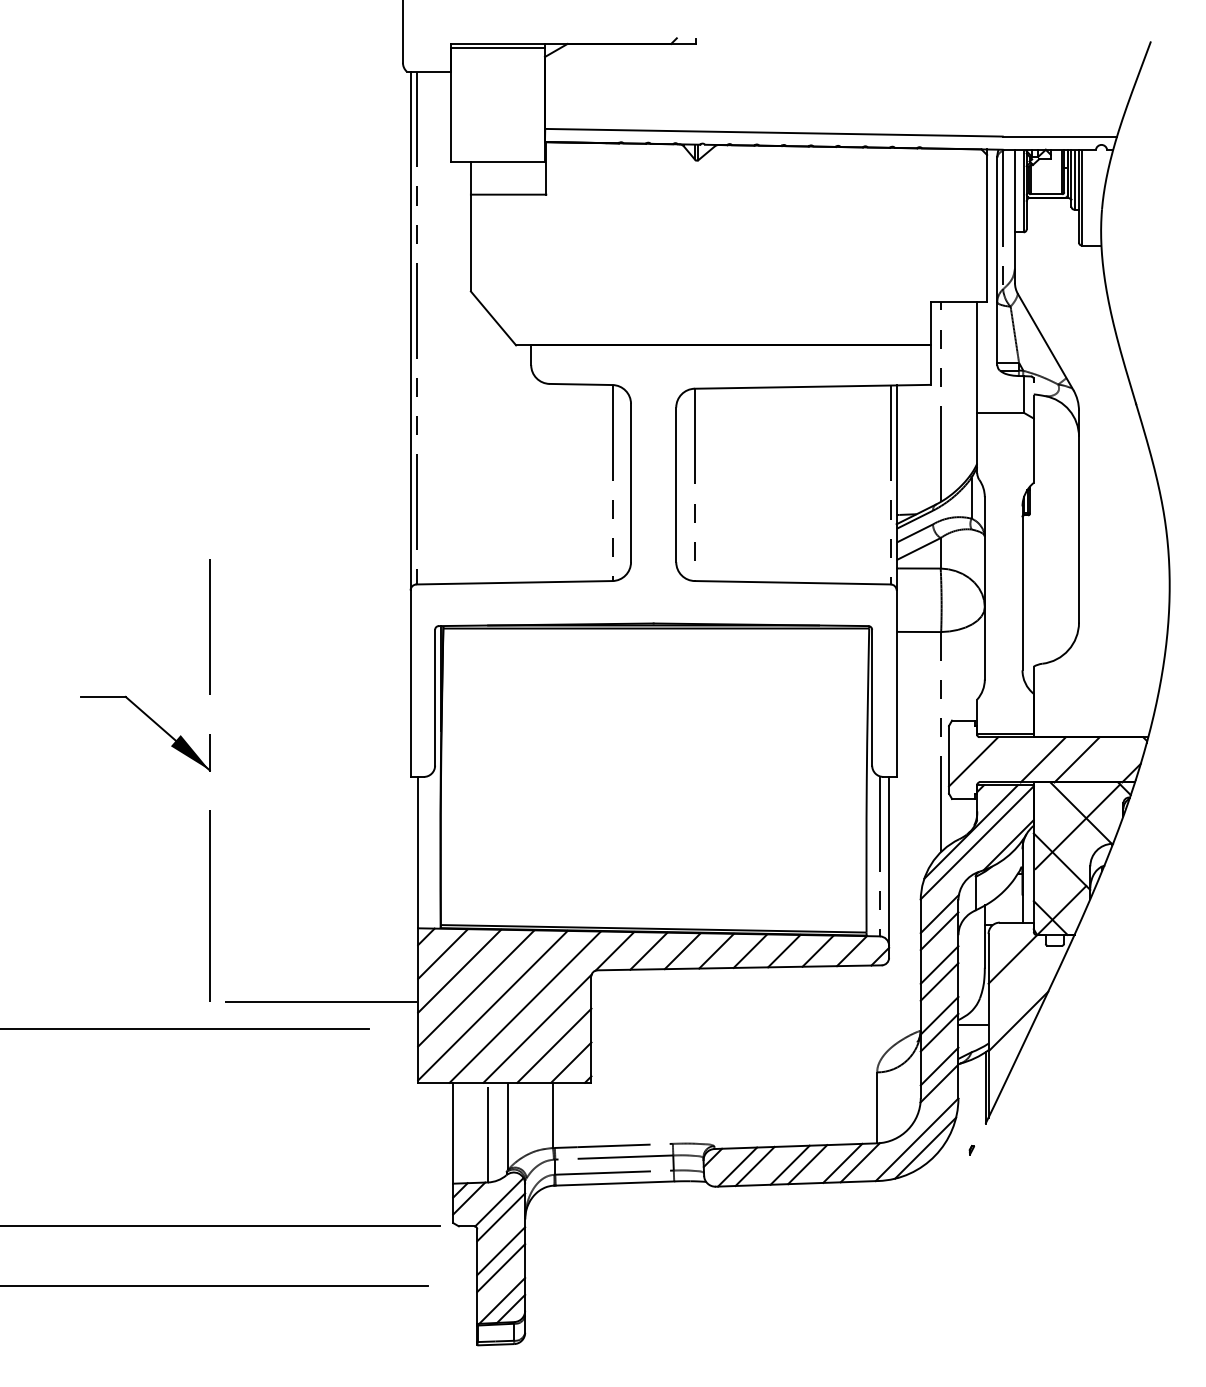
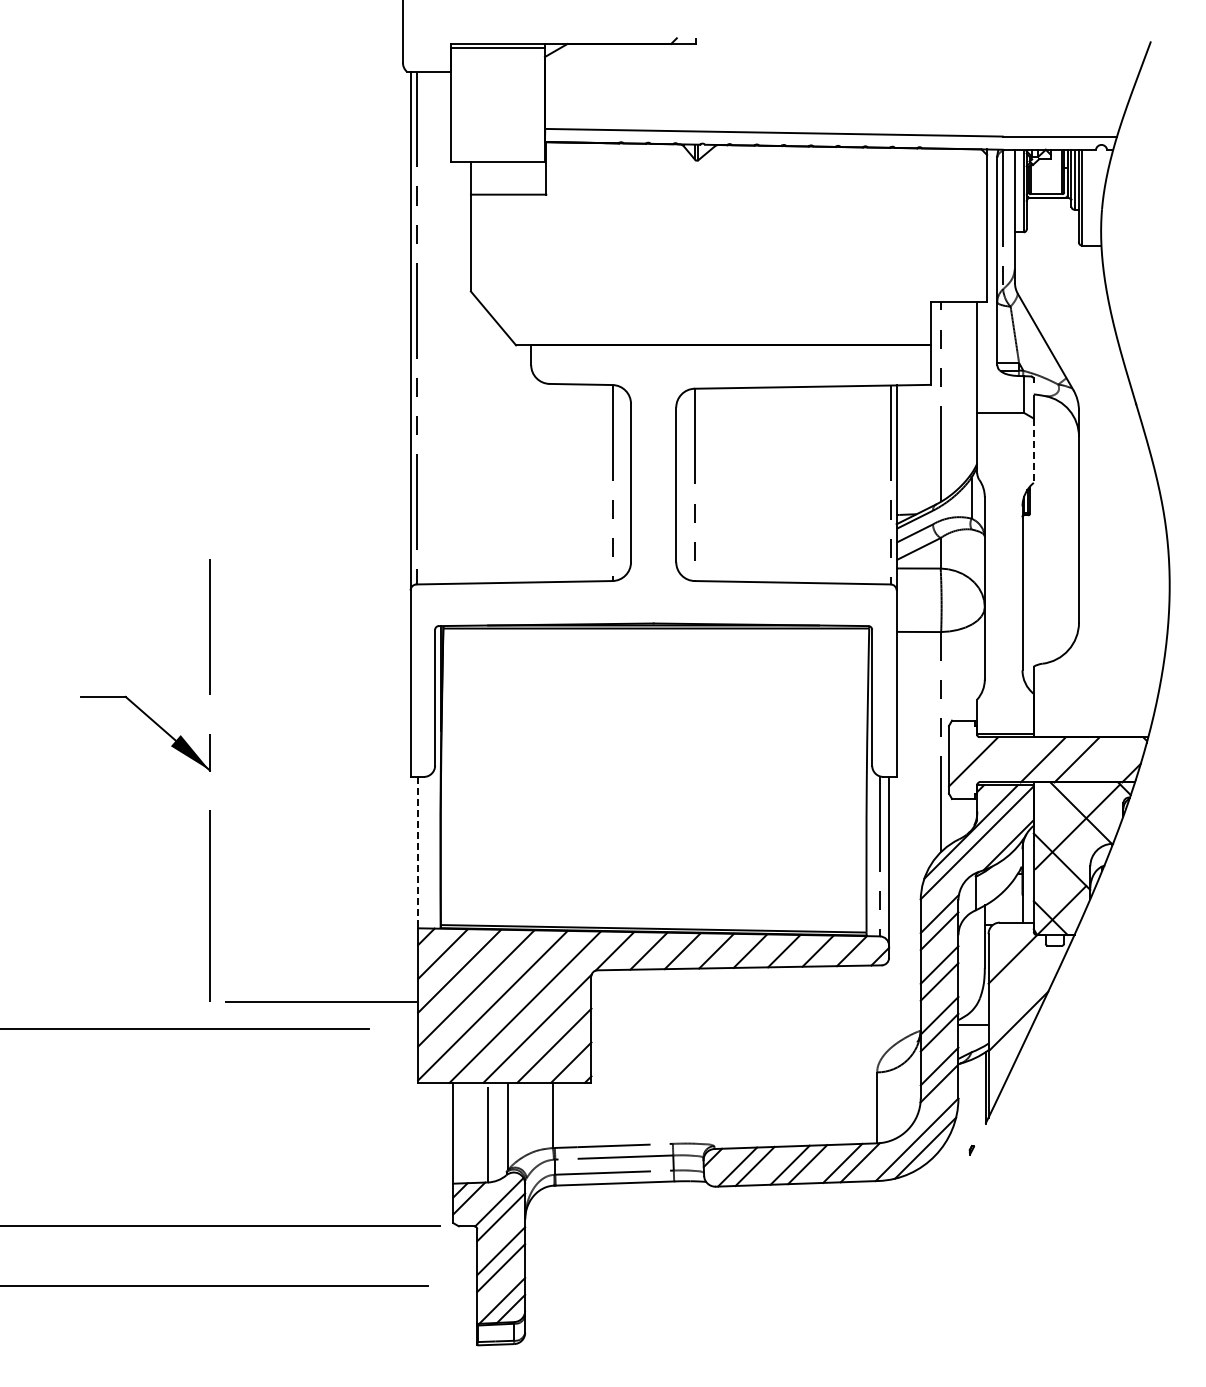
line at (1033, 451): solid -> dashed
line at (418, 852): solid -> dashed
